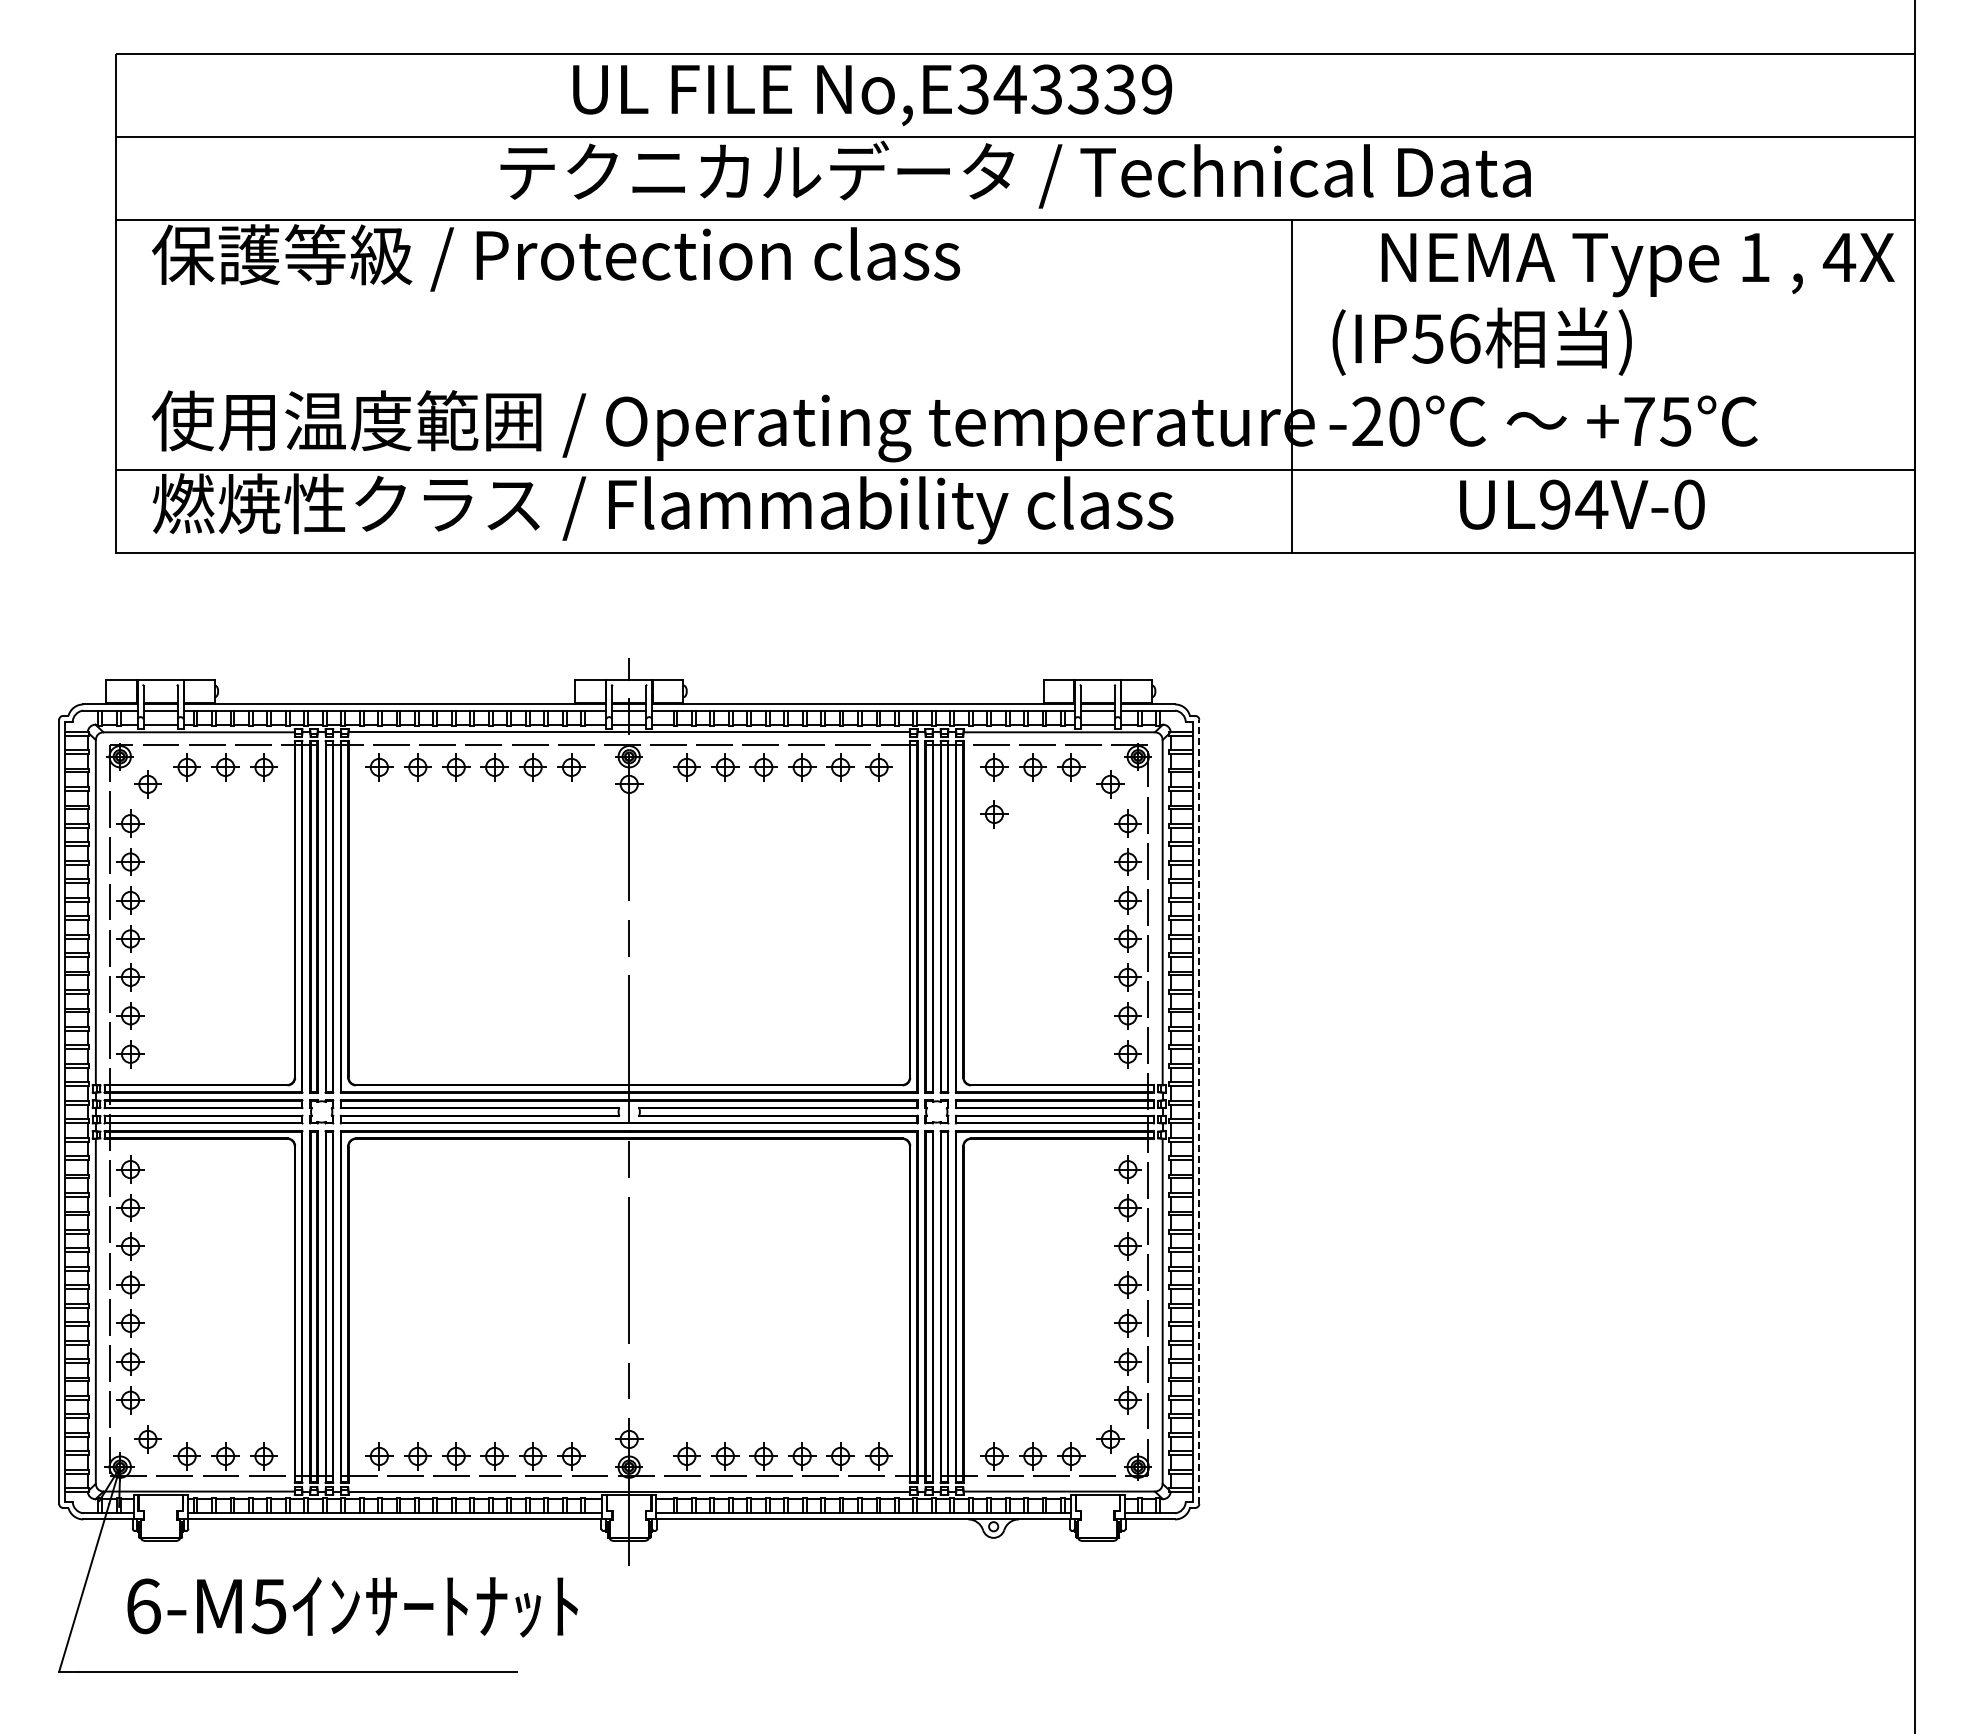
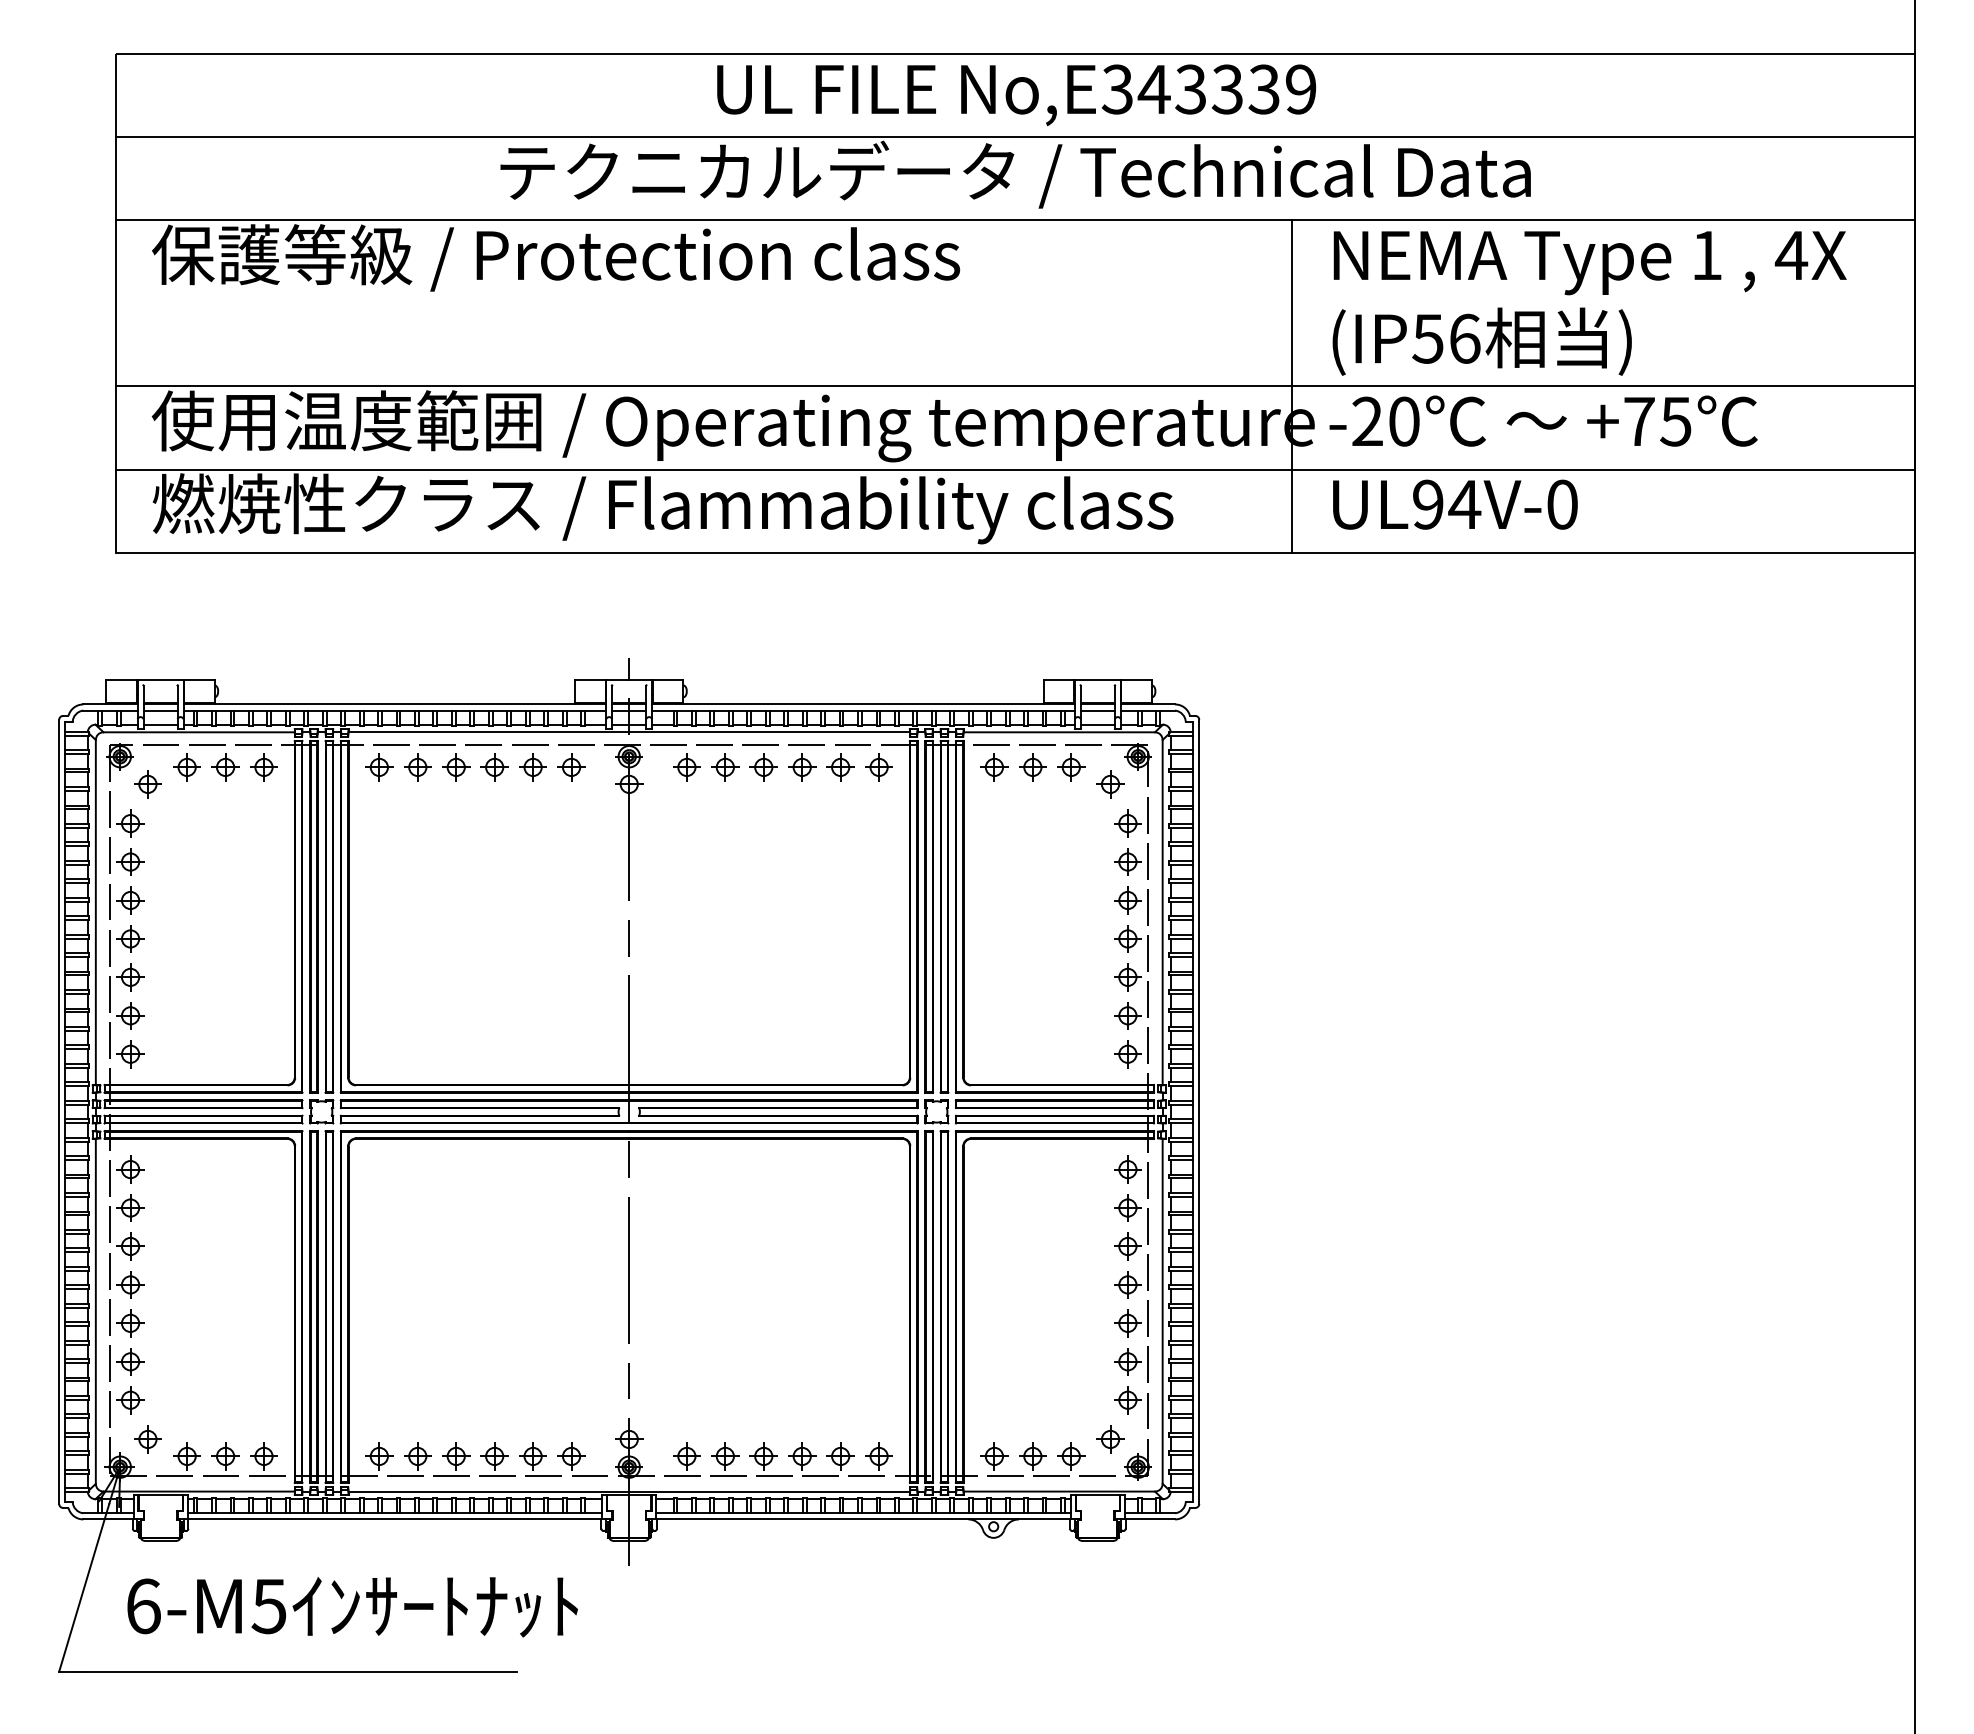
text at (872, 95) position: (872, 95) -> (1016, 95)
text at (1637, 265) position: (1637, 265) -> (1589, 263)
line at (1014, 386): none -> present
text at (1582, 504) position: (1582, 504) -> (1455, 504)
part at (994, 814): present -> none
line at (1199, 1111): dashed -> solid
